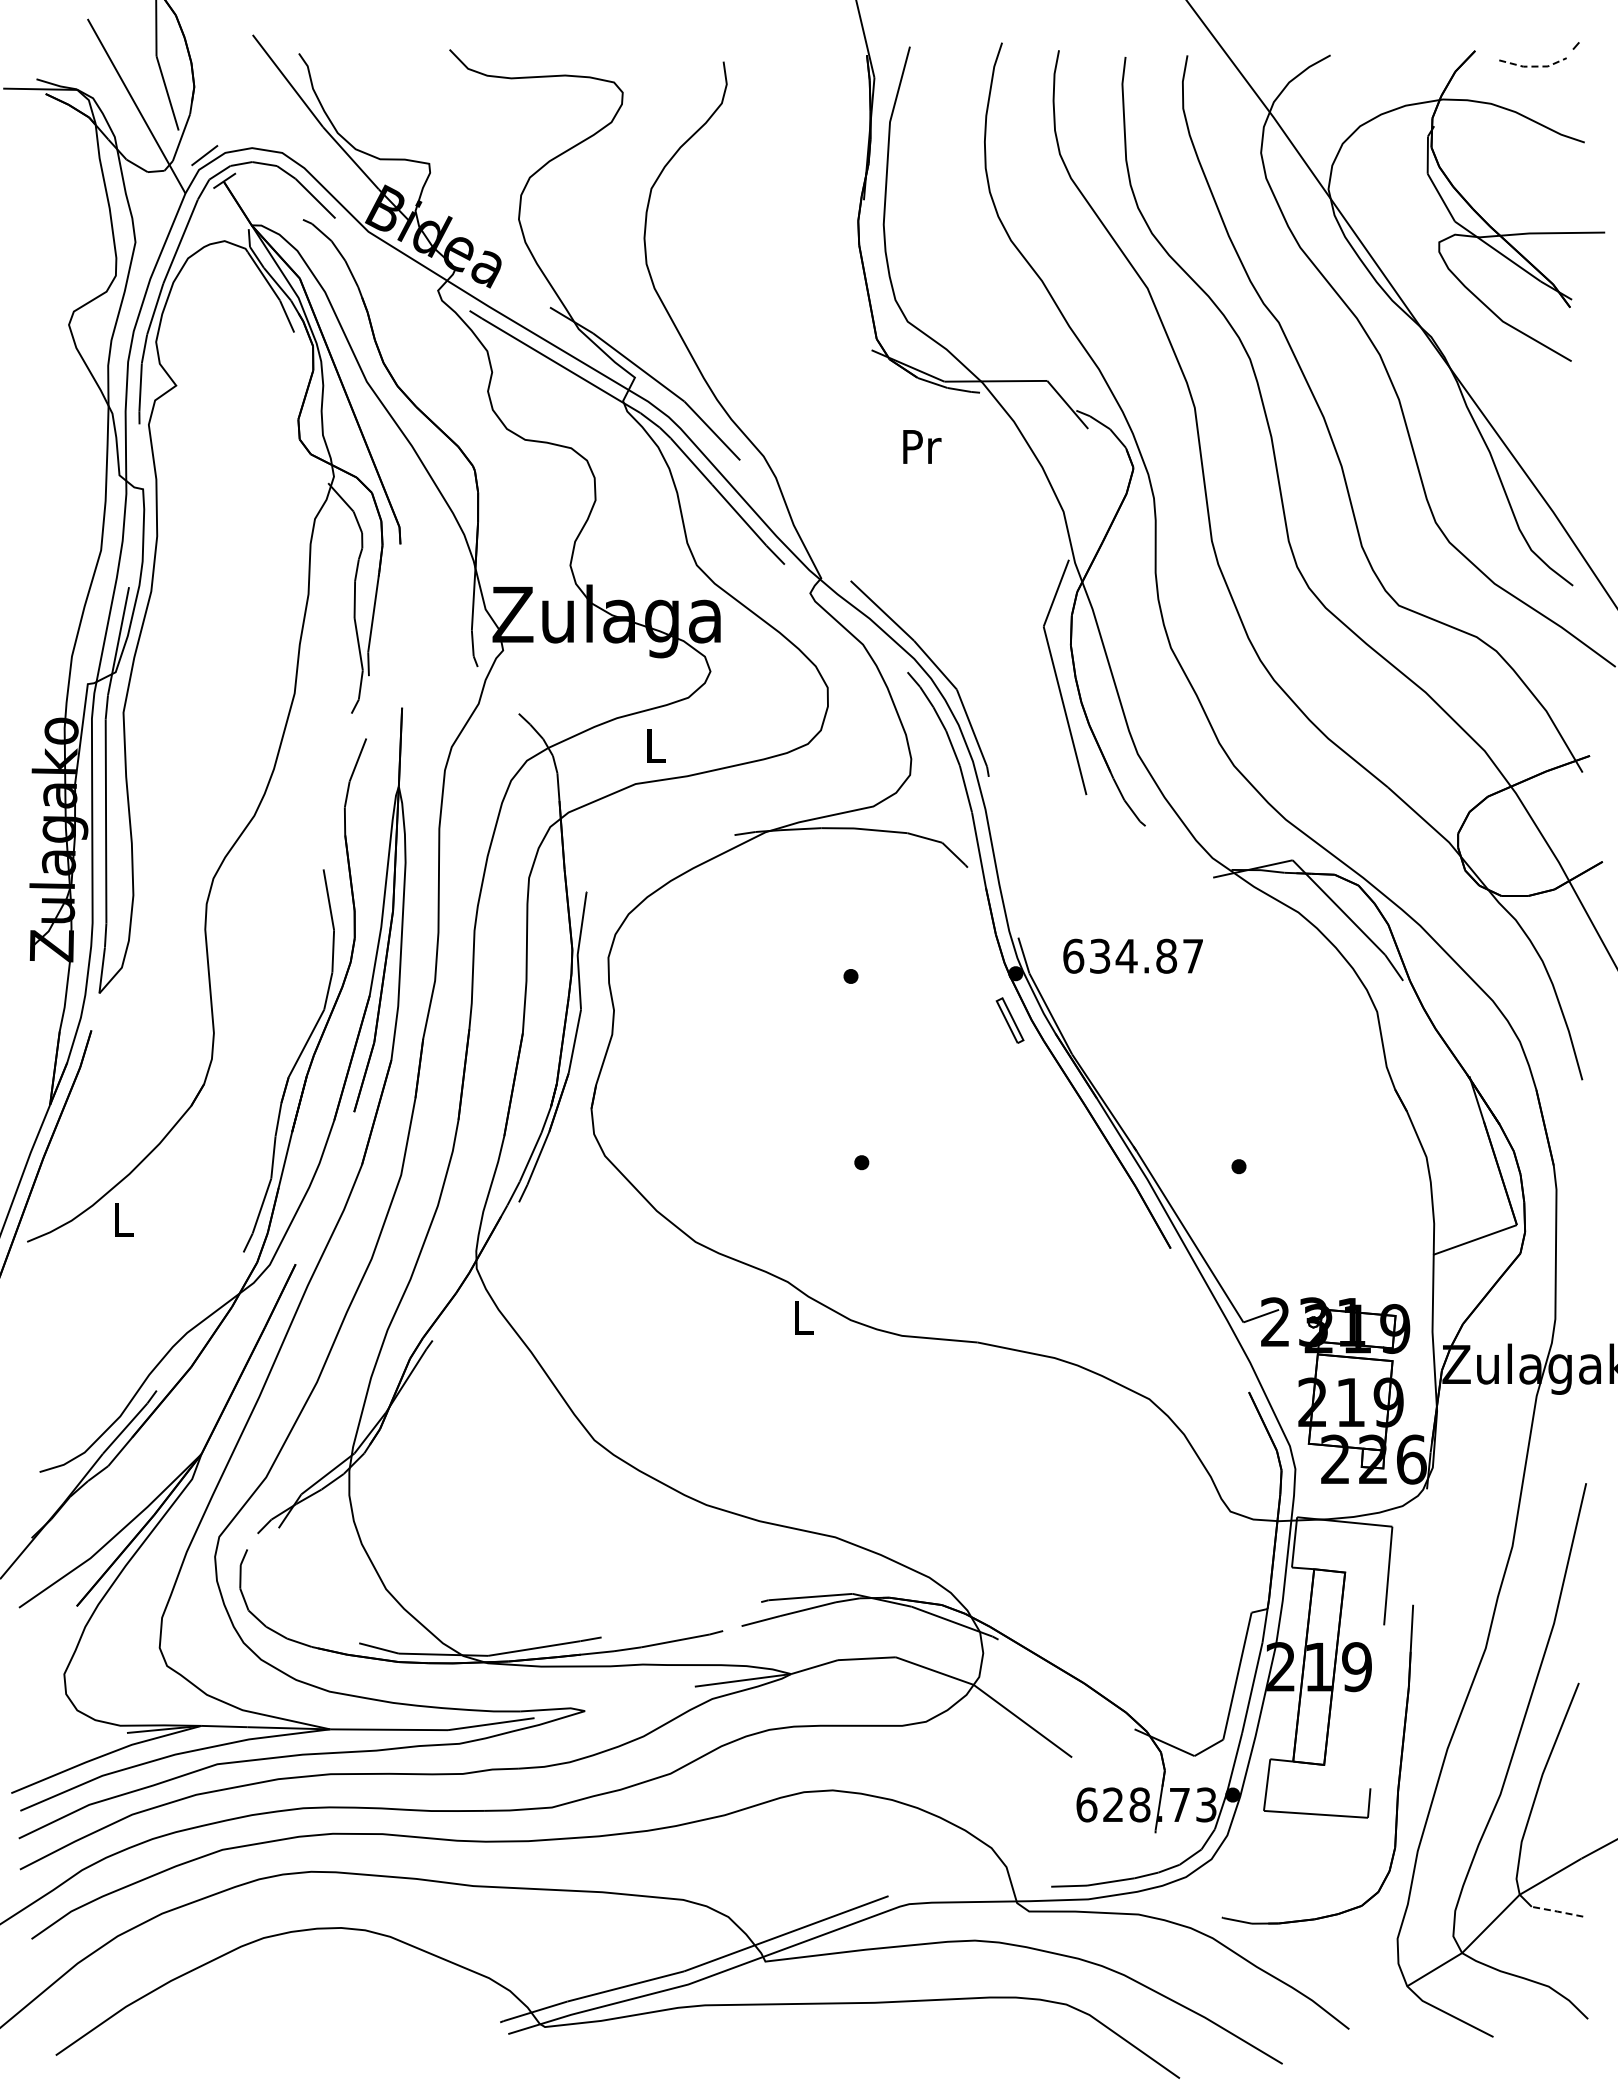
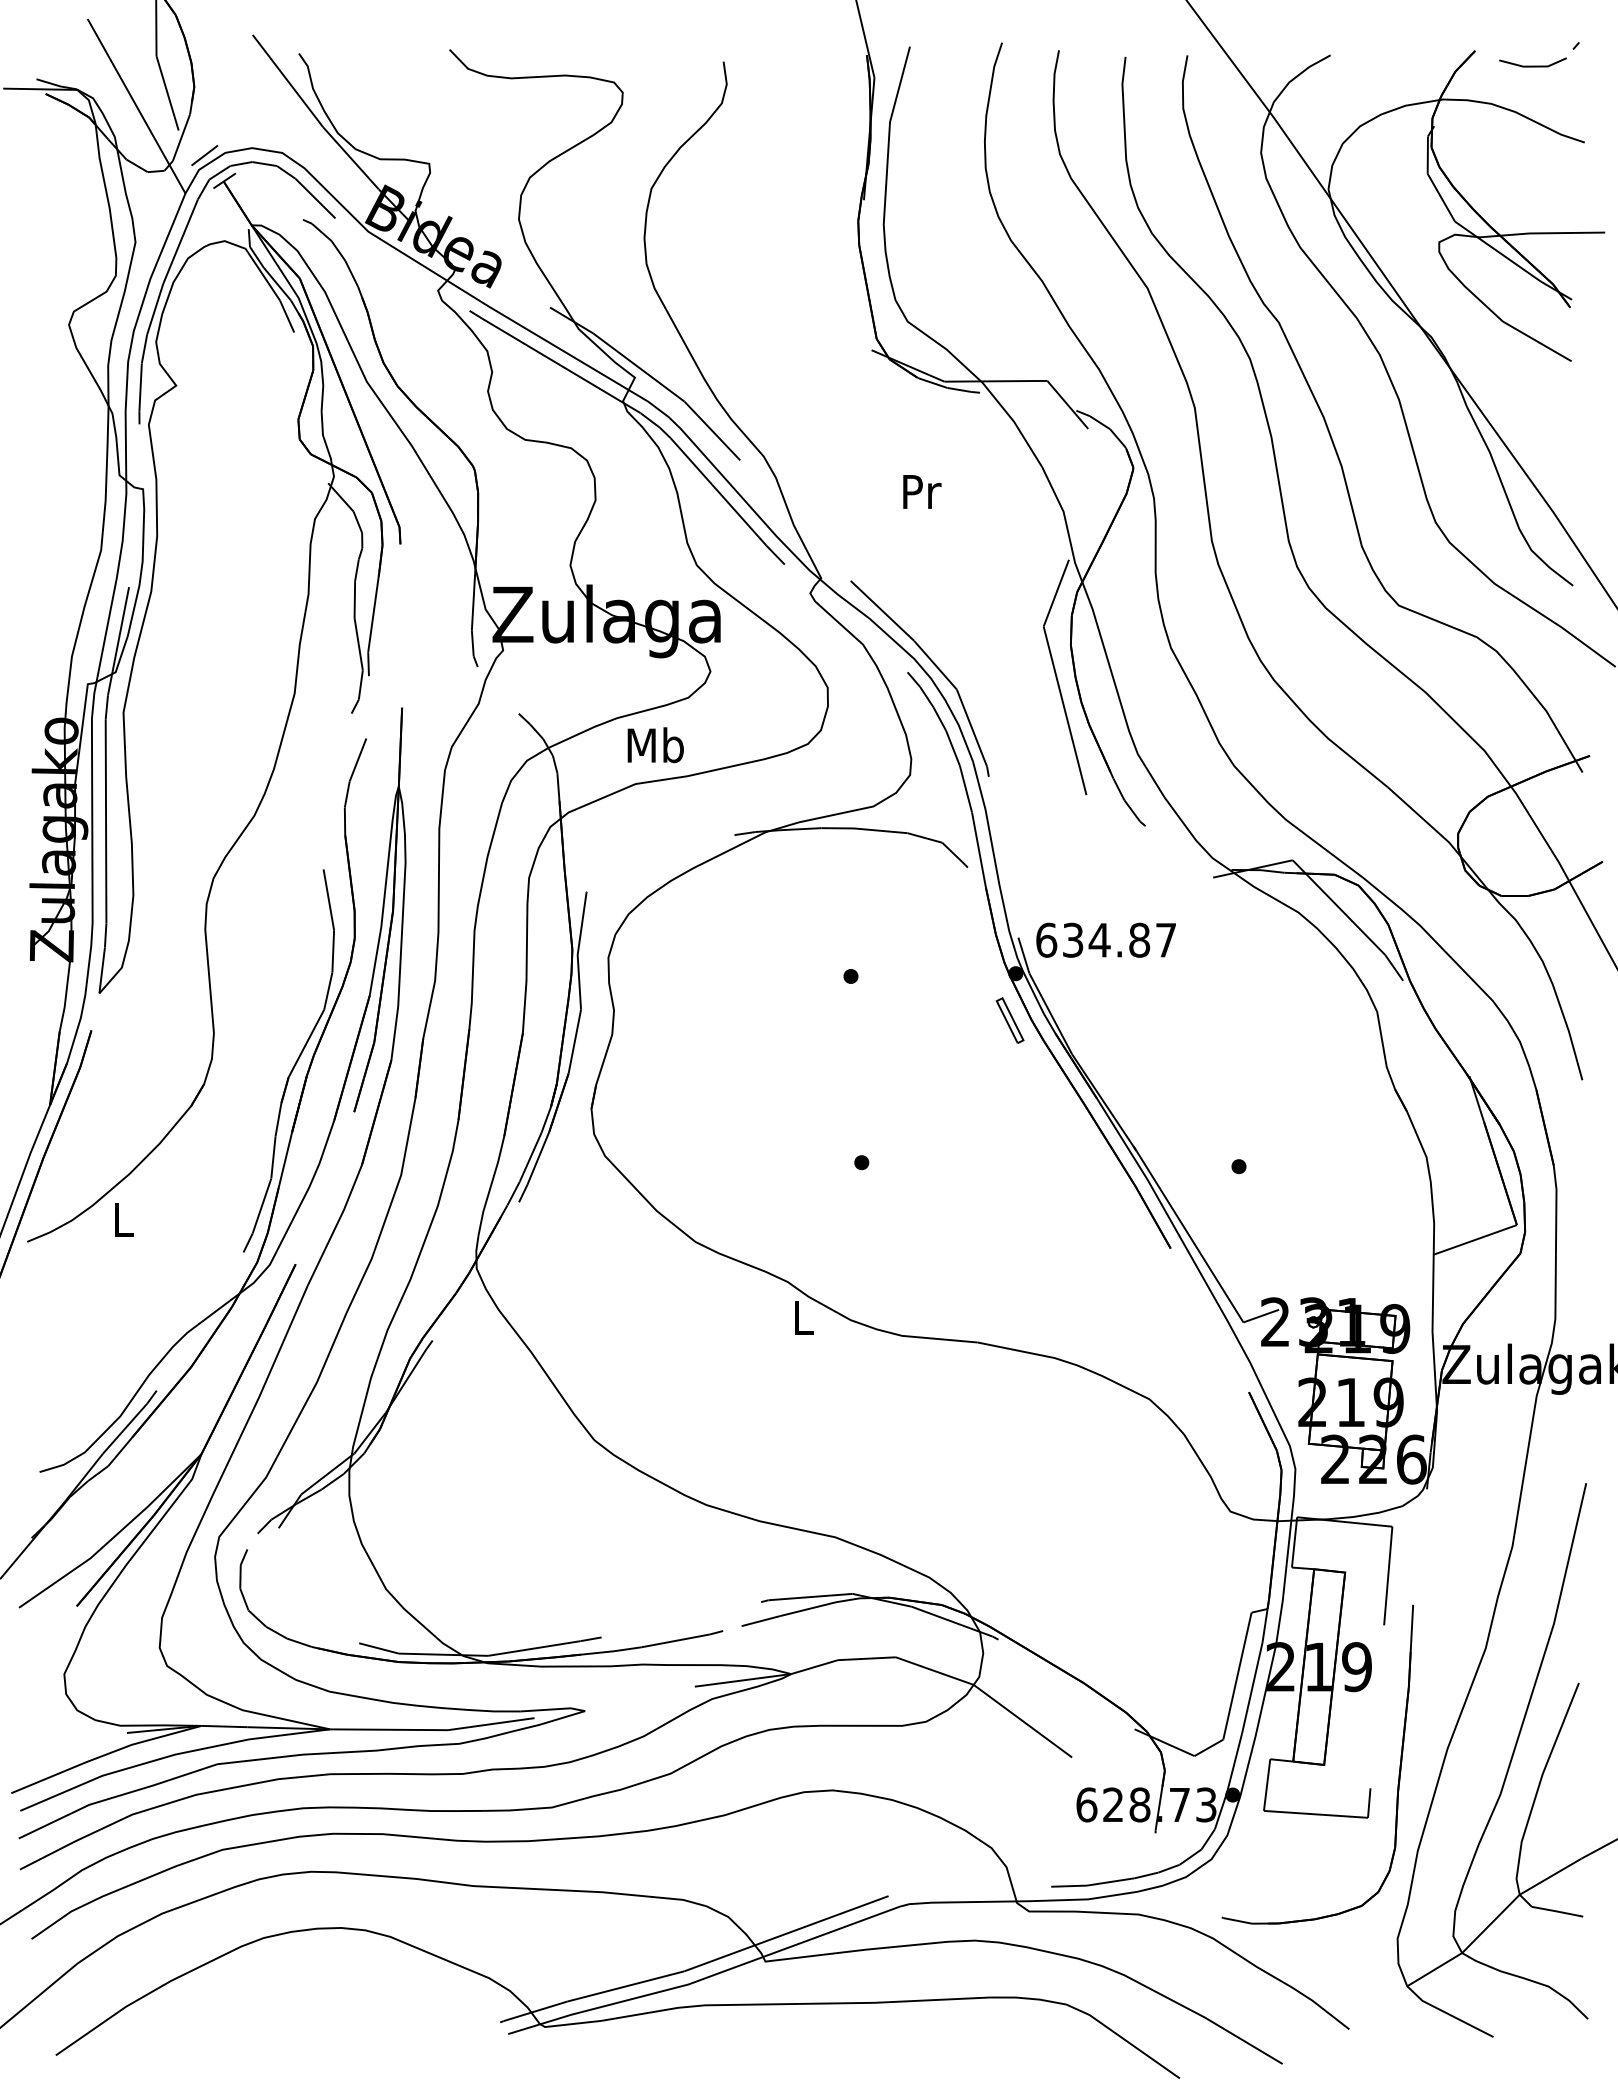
line at (1534, 66): dashed -> solid
text at (922, 446) position: (922, 446) -> (922, 491)
text at (655, 745): L -> Mb
text at (1132, 955) position: (1132, 955) -> (1105, 939)
line at (1557, 1911): dashed -> solid
